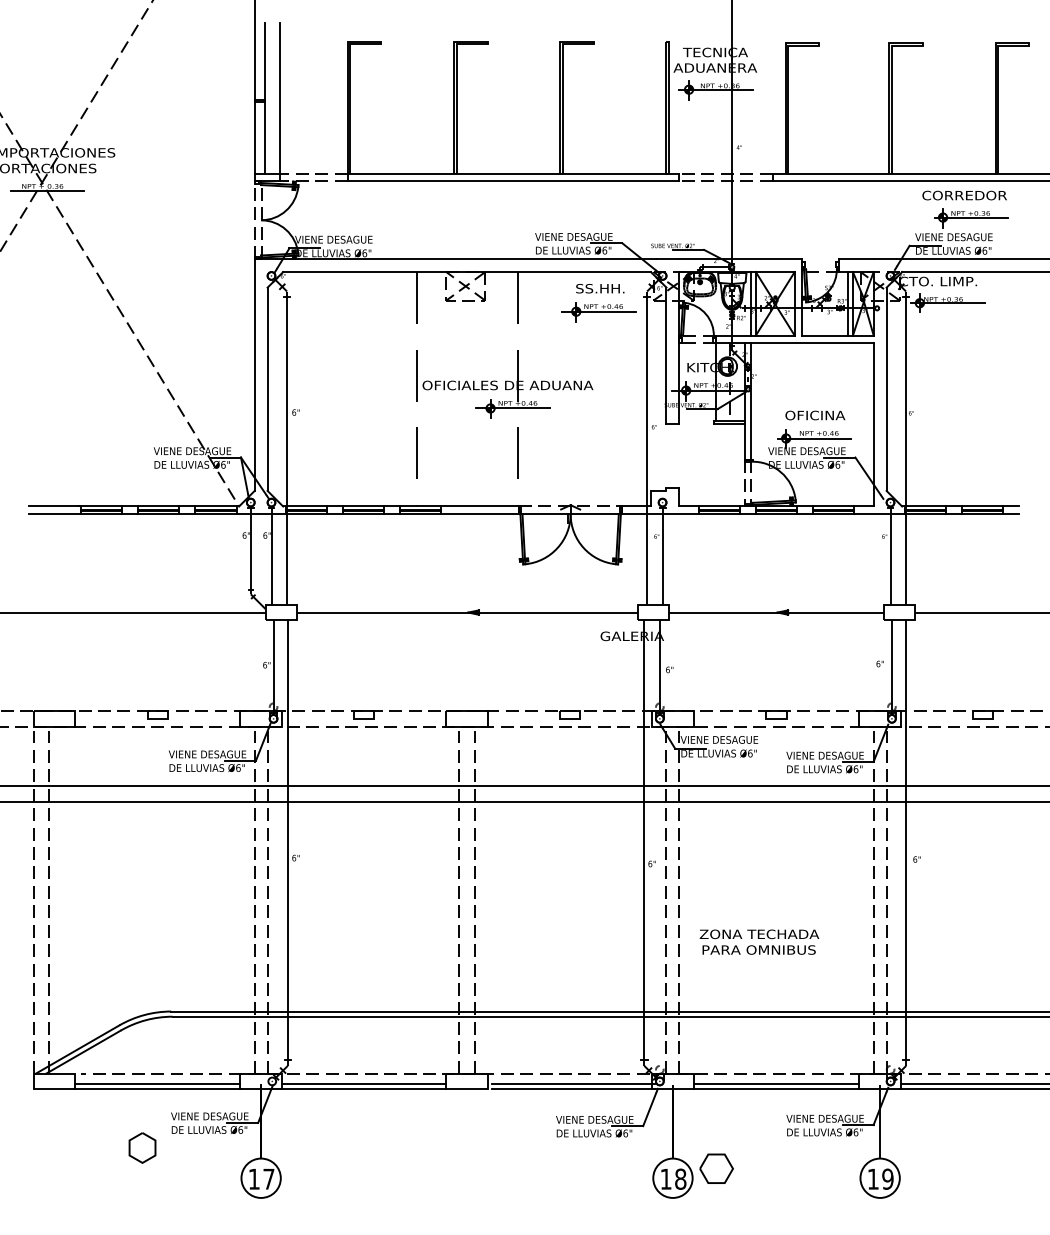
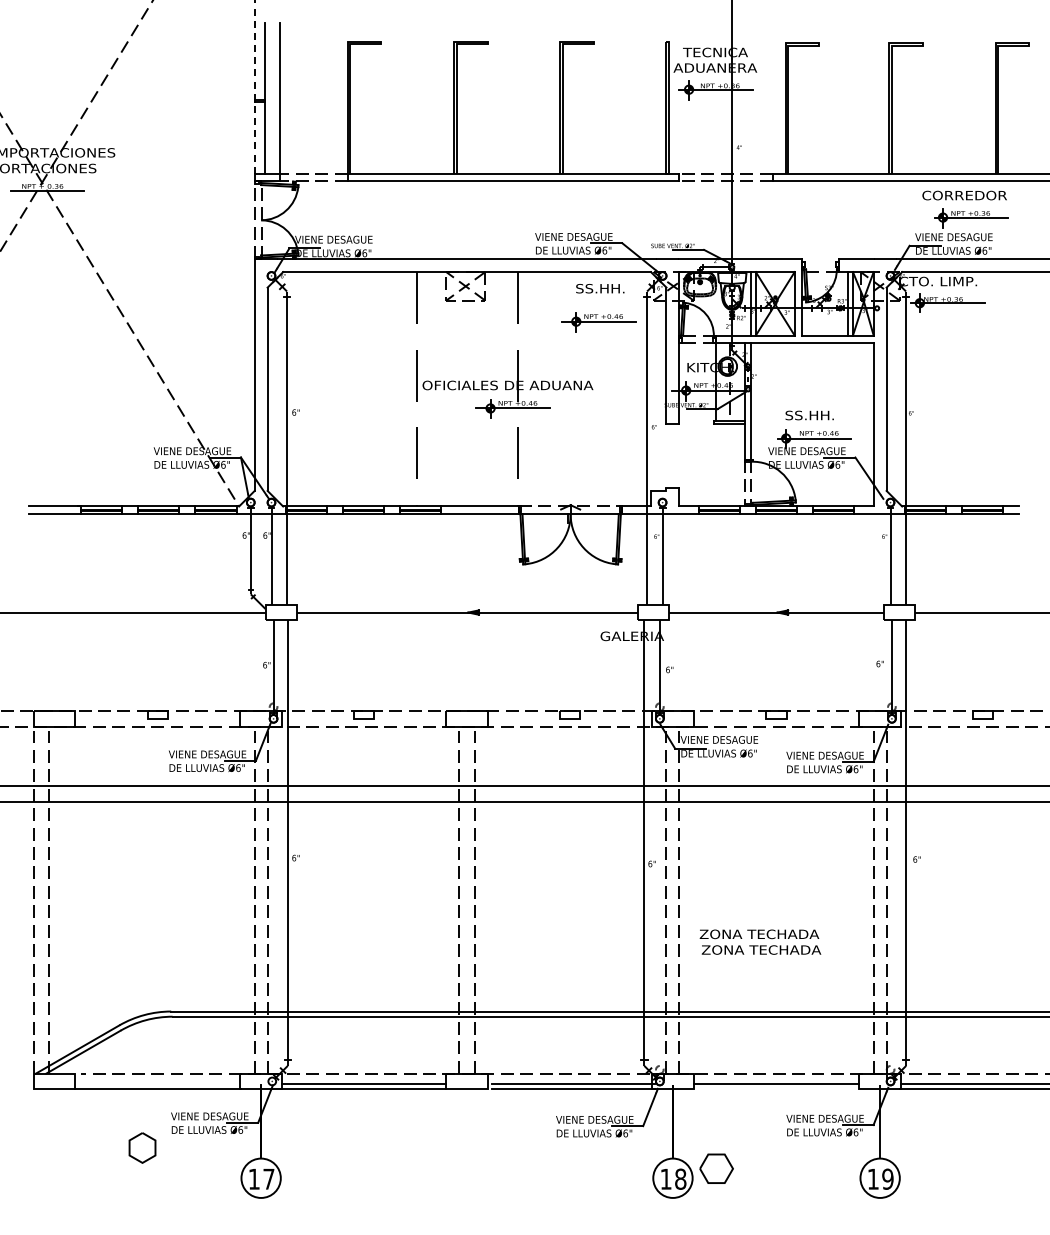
line at (254, 86): solid -> dashed
part at (598, 312) position: (598, 312) -> (598, 322)
text at (815, 415): OFICINA -> SS.HH.
text at (761, 949): PARA OMNIBUS -> ZONA TECHADA
line at (157, 1084): present -> none
line at (776, 1089): present -> none
